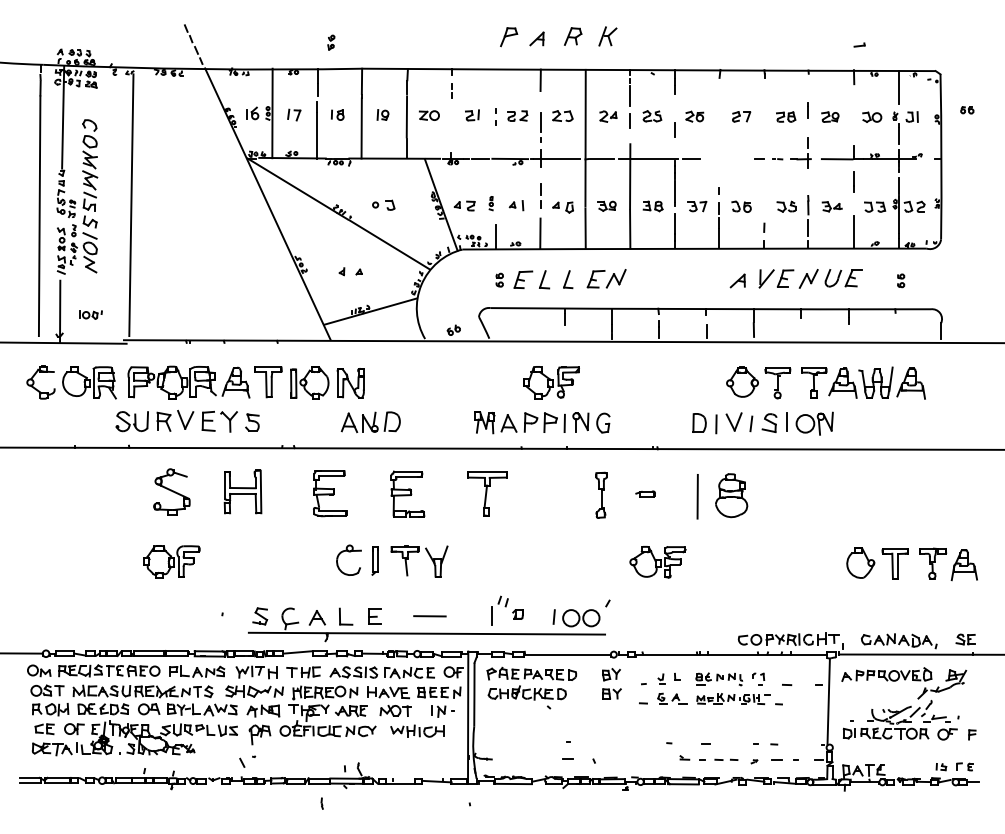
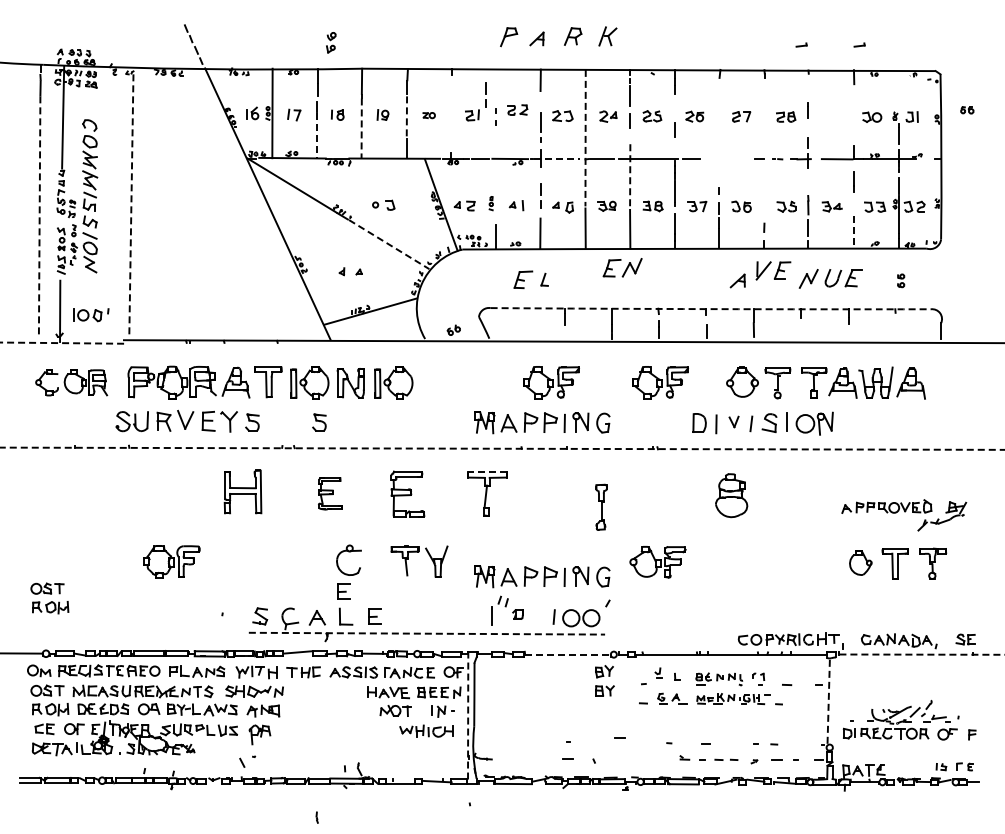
part at (331, 42) size: 9x17 px -> 11x22 px
part at (801, 44): none -> present
line at (898, 86): present -> none
line at (451, 89): present -> none
line at (485, 94): none -> present
part at (428, 115) size: 22x11 px -> 14x8 px
part at (517, 115) position: (517, 115) -> (517, 109)
line at (406, 116): solid -> dashed
part at (830, 116): present -> none
line at (361, 128): solid -> dashed
line at (317, 135): solid -> dashed
line at (585, 138): solid -> dashed
line at (557, 159): solid -> dashed
line at (630, 176): solid -> dashed
line at (131, 205): solid -> dashed
line at (39, 216): solid -> dashed
line at (854, 232): solid -> dashed
line at (389, 244): solid -> dashed
part at (606, 278) position: (606, 278) -> (622, 267)
part at (776, 278) position: (776, 278) -> (773, 270)
part at (499, 279): present -> none
part at (544, 279) size: 12x20 px -> 9x15 px
part at (568, 279): present -> none
arc at (710, 309): solid -> dashed
part at (90, 314) size: 24x10 px -> 37x15 px
line at (63, 343): solid -> dashed
part at (71, 382) size: 91x35 px -> 74x28 px
part at (393, 382): none -> present
part at (660, 382): none -> present
part at (733, 421) size: 18x20 px -> 12x14 px
part at (319, 422): none -> present
part at (370, 422): present -> none
line at (502, 448): solid -> dashed
line at (487, 472): solid -> dashed
part at (171, 491): present -> none
part at (330, 493) size: 35x48 px -> 25x34 px
part at (645, 493): present -> none
part at (601, 494) position: (601, 494) -> (601, 506)
line at (697, 496): present -> none
part at (374, 560): present -> none
part at (860, 562) size: 30x32 px -> 24x26 px
part at (963, 565): present -> none
part at (542, 576): none -> present
part at (343, 591): none -> present
part at (49, 598): none -> present
line at (429, 616): present -> none
line at (427, 633): solid -> dashed
line at (568, 654): solid -> dashed
line at (922, 654): solid -> dashed
part at (661, 678) position: (661, 678) -> (658, 672)
part at (611, 683) position: (611, 683) -> (604, 680)
part at (904, 683) position: (904, 683) -> (904, 515)
part at (531, 687): present -> none
line at (828, 702): solid -> dashed
part at (327, 711): present -> none
line at (468, 718): solid -> dashed
part at (417, 730) position: (417, 730) -> (426, 730)
line at (619, 737): none -> present
part at (321, 803) position: (321, 803) -> (316, 817)
